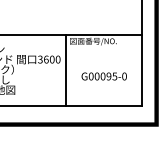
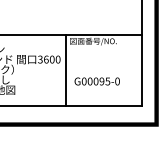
text at (103, 76) position: (103, 76) -> (96, 81)
